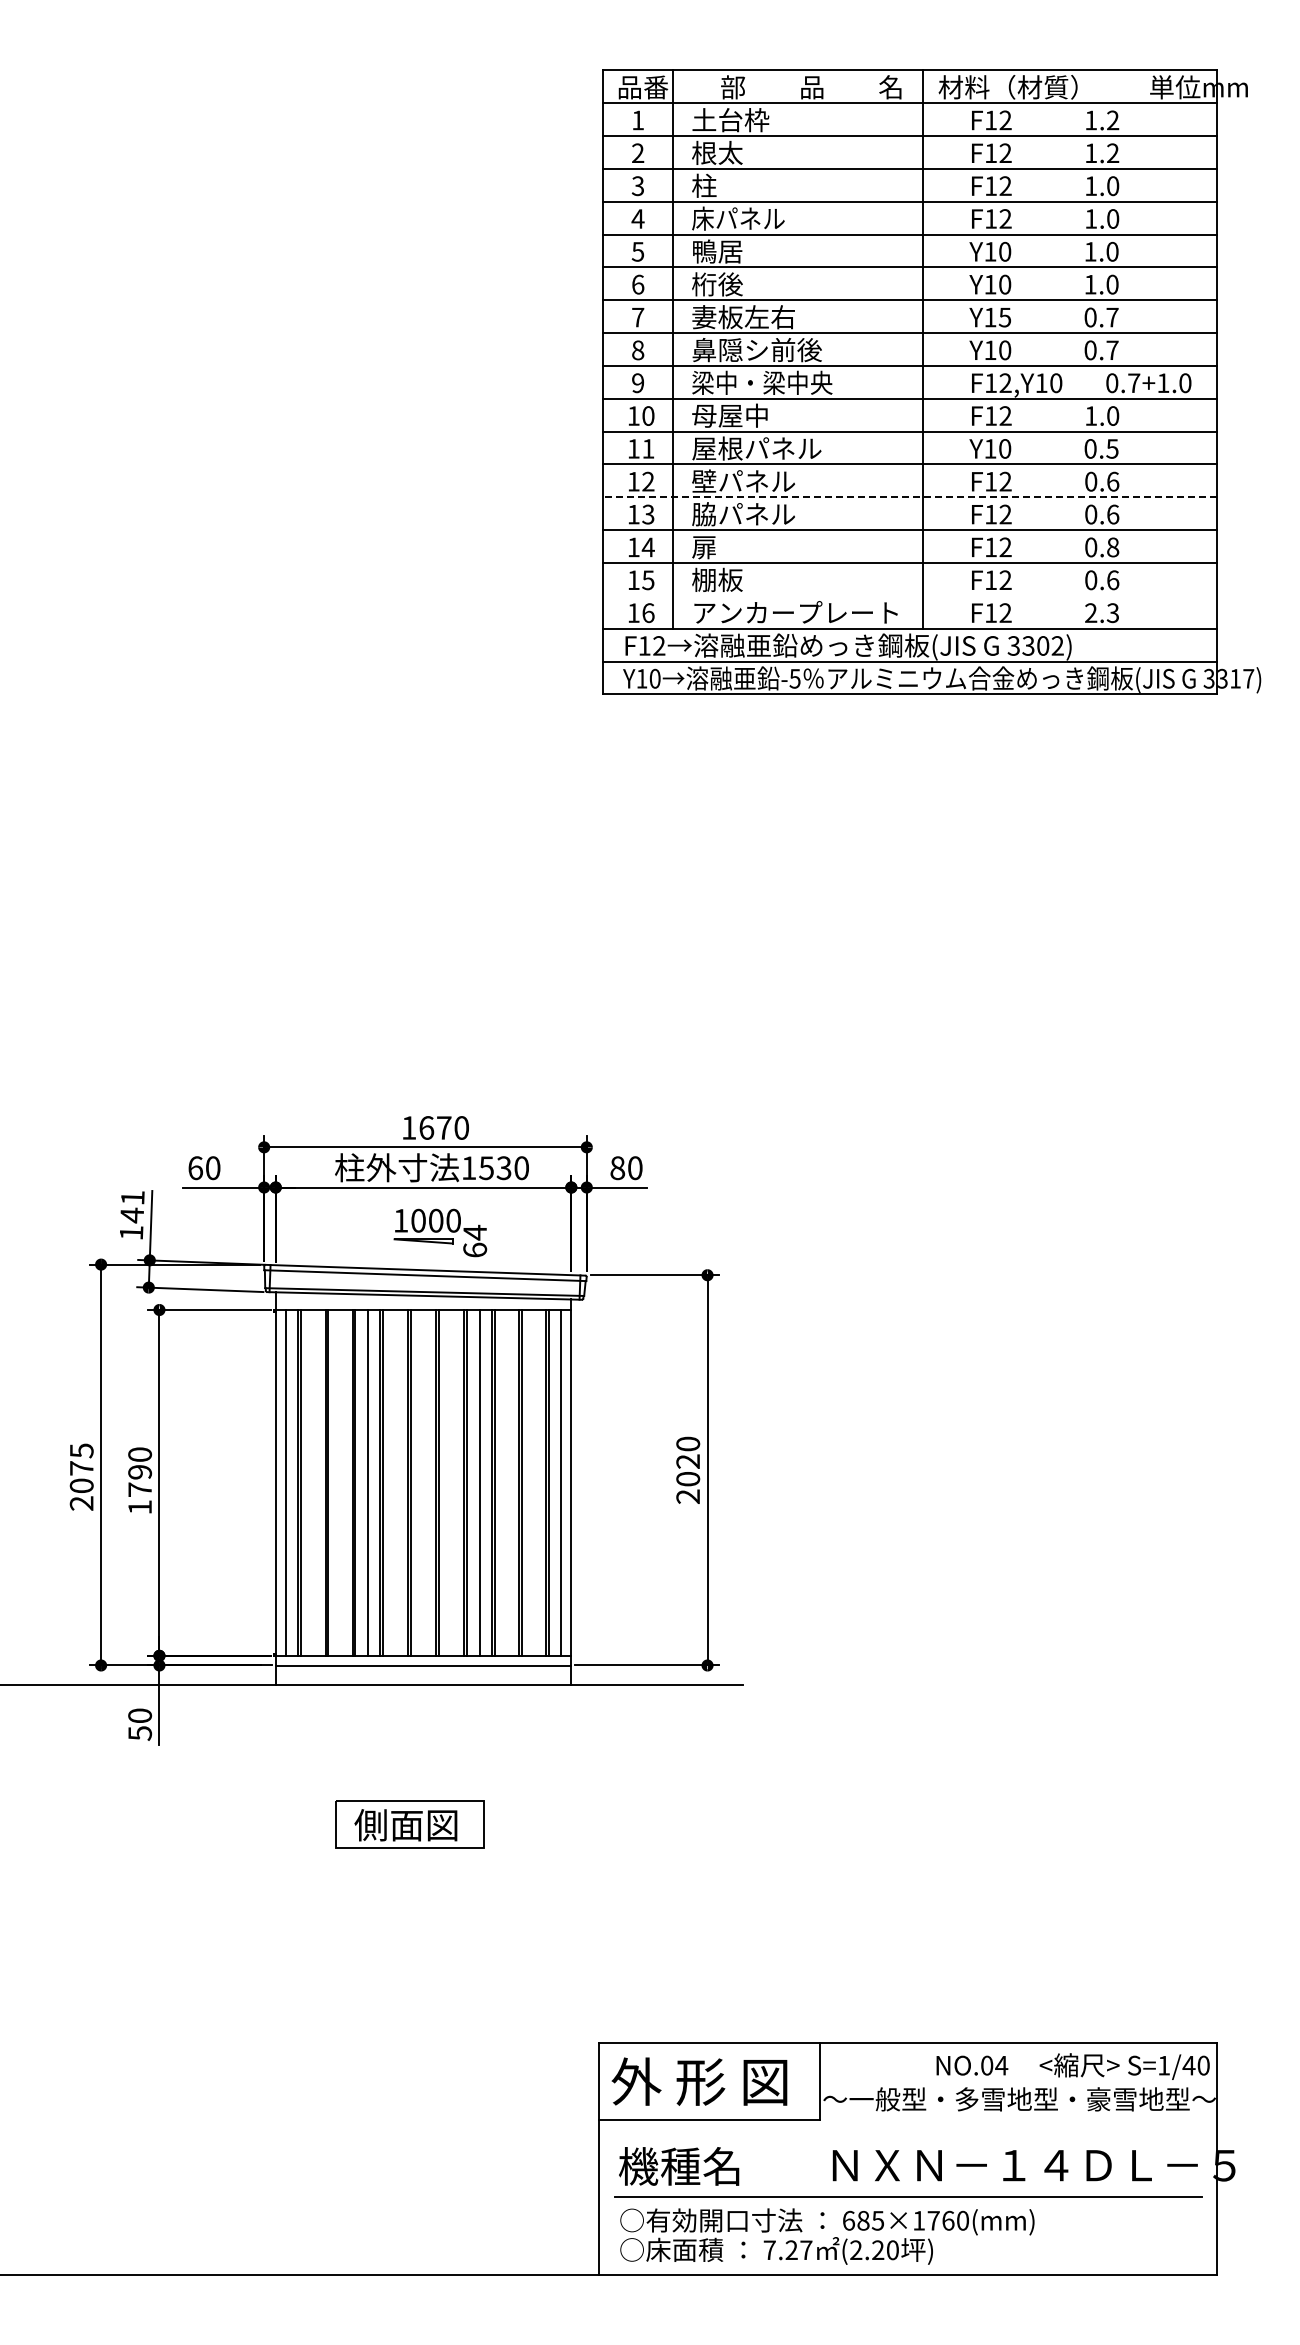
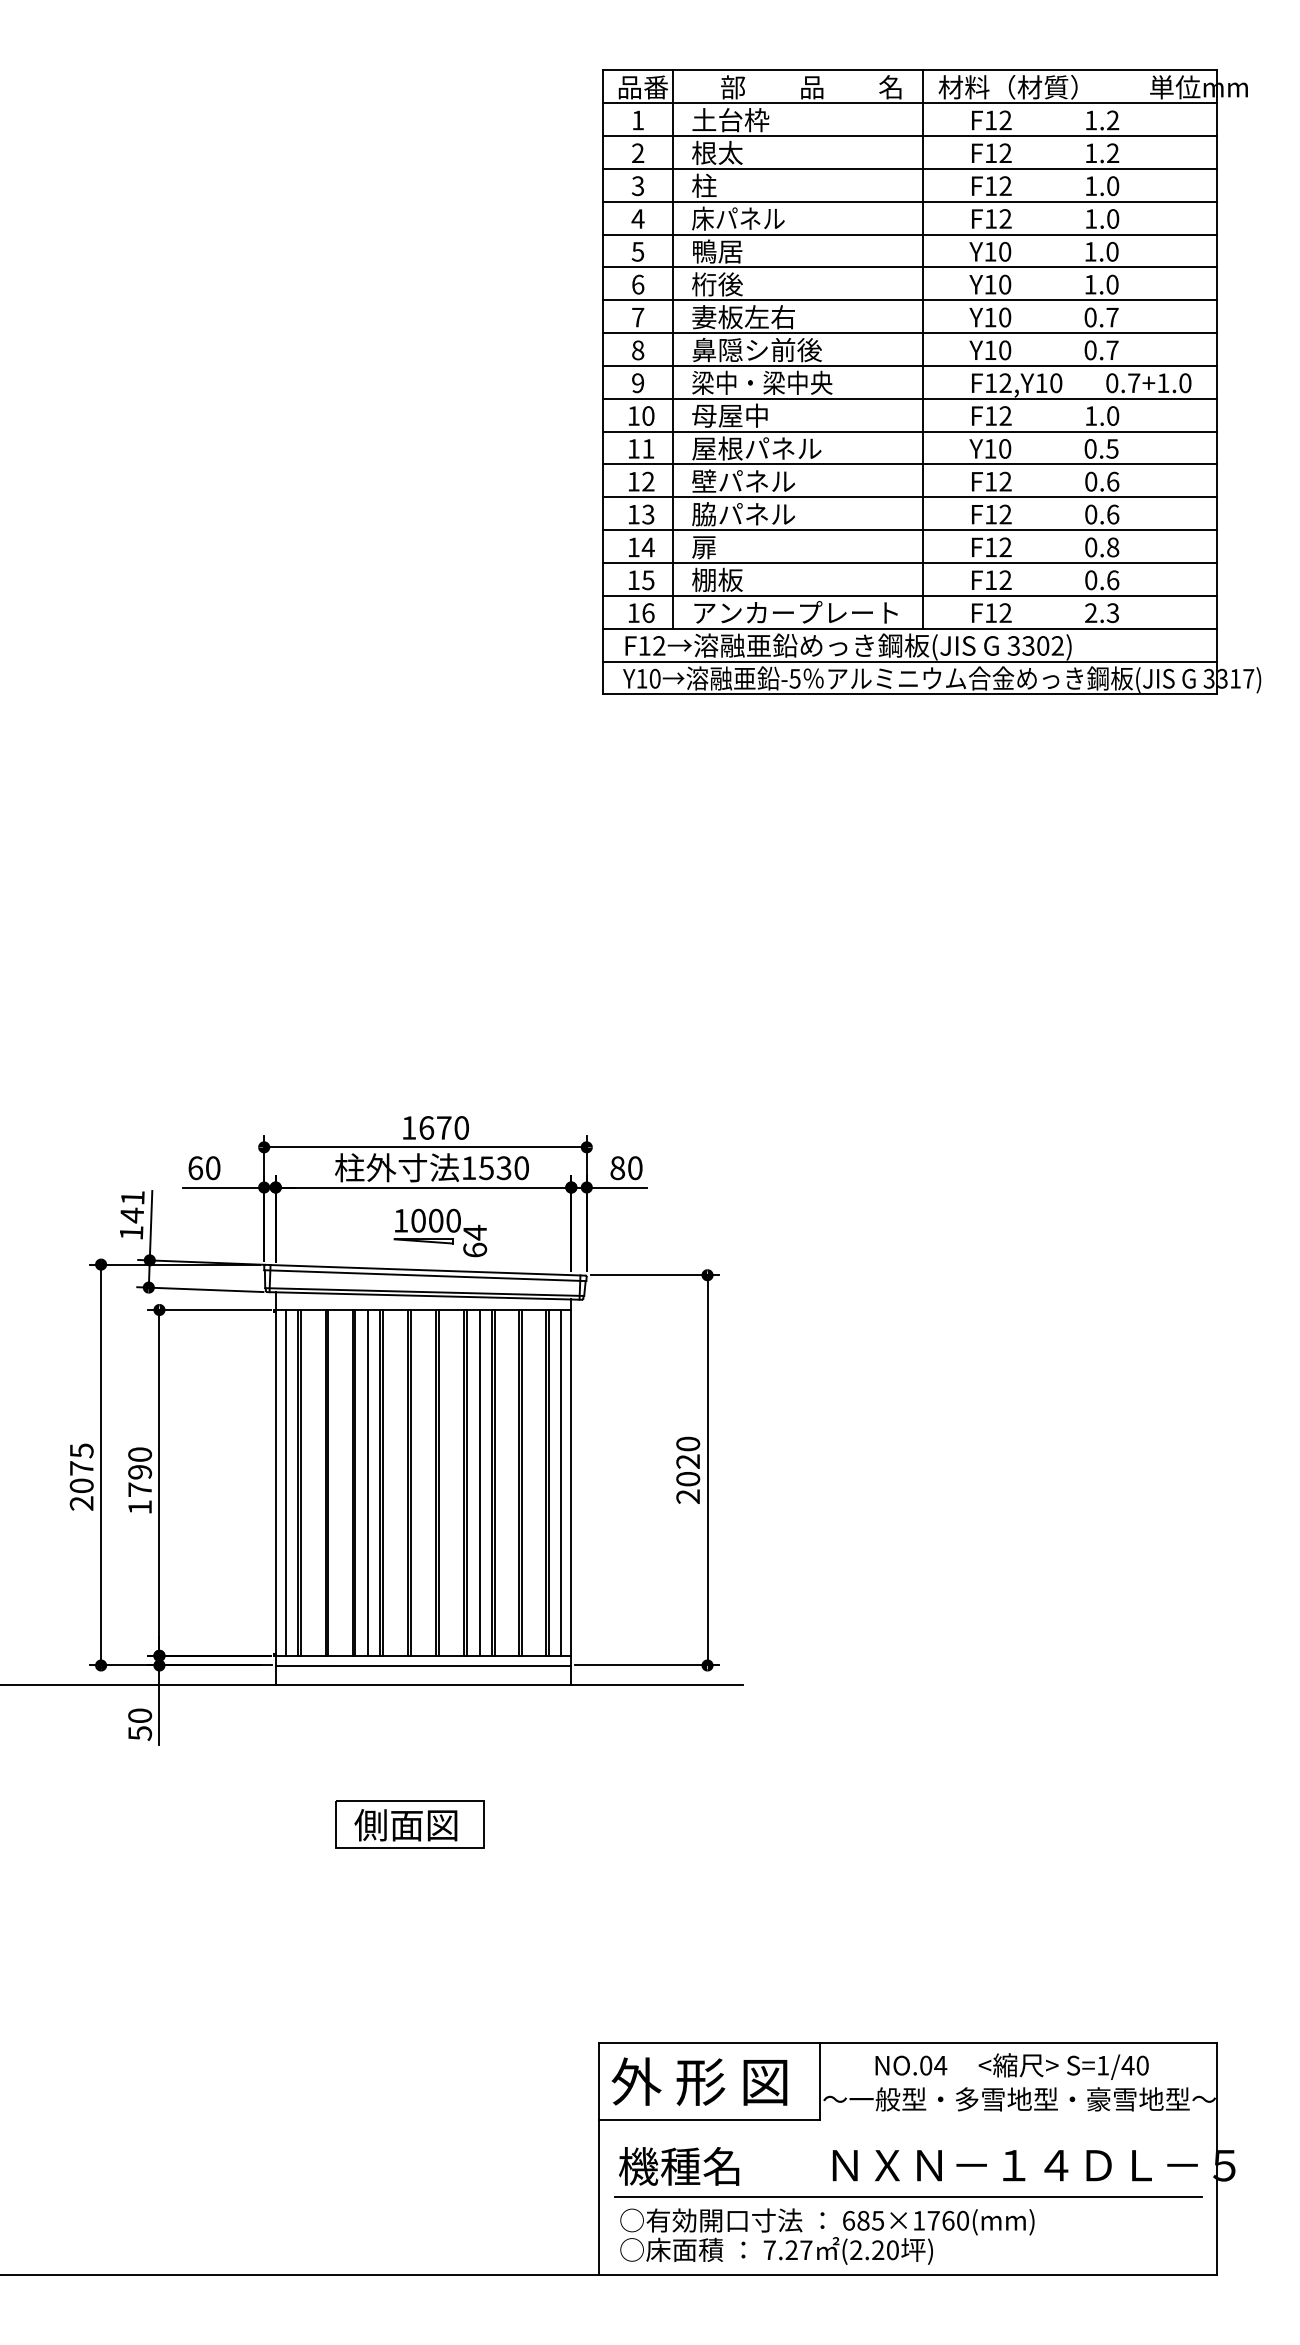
text at (1004, 317): Y15 -> Y10
line at (909, 497): dashed -> solid
line at (910, 595): none -> present
text at (1072, 2066) position: (1072, 2066) -> (1011, 2066)
